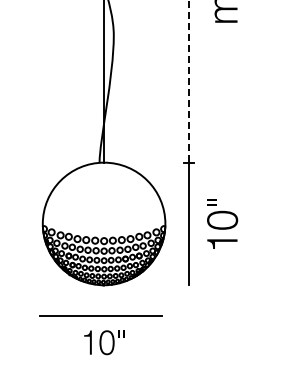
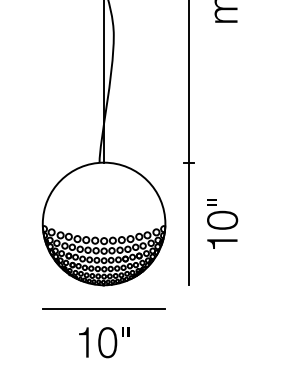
line at (188, 81): dashed -> solid
line at (100, 315) position: (100, 315) -> (103, 308)
part at (104, 342) size: 41x26 px -> 51x32 px
